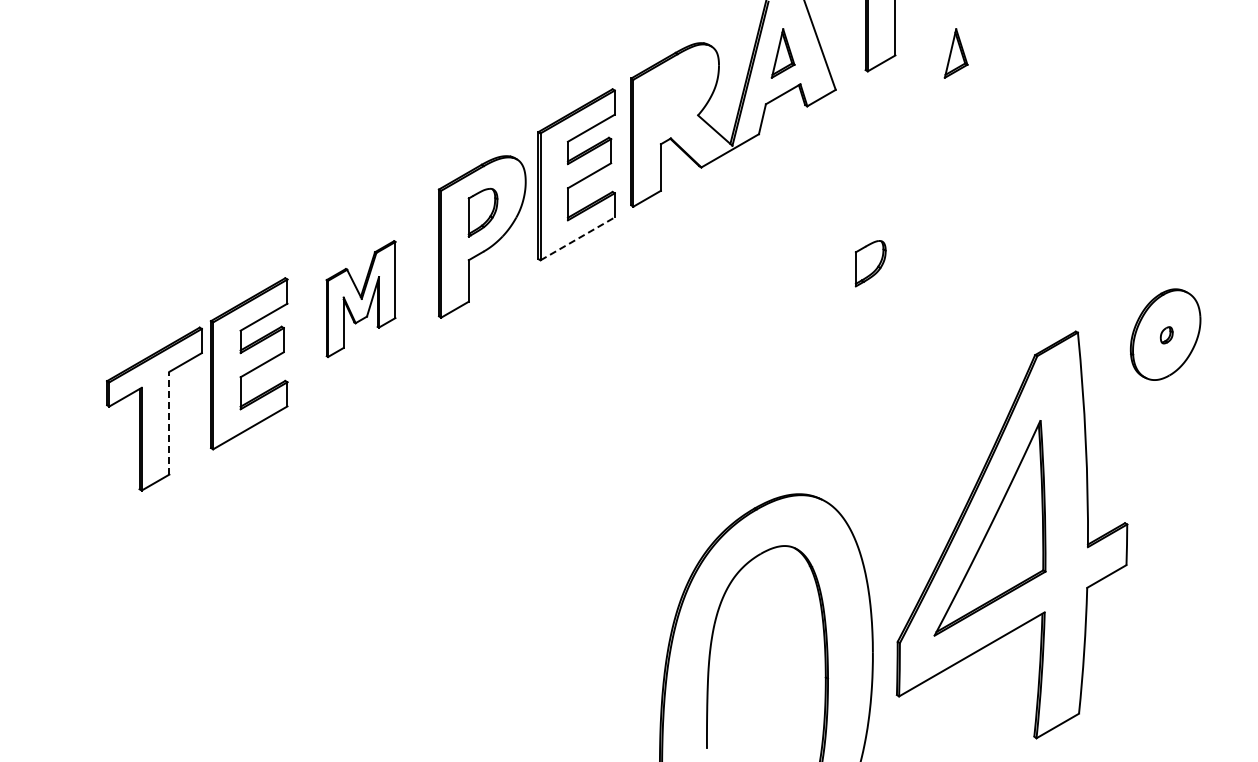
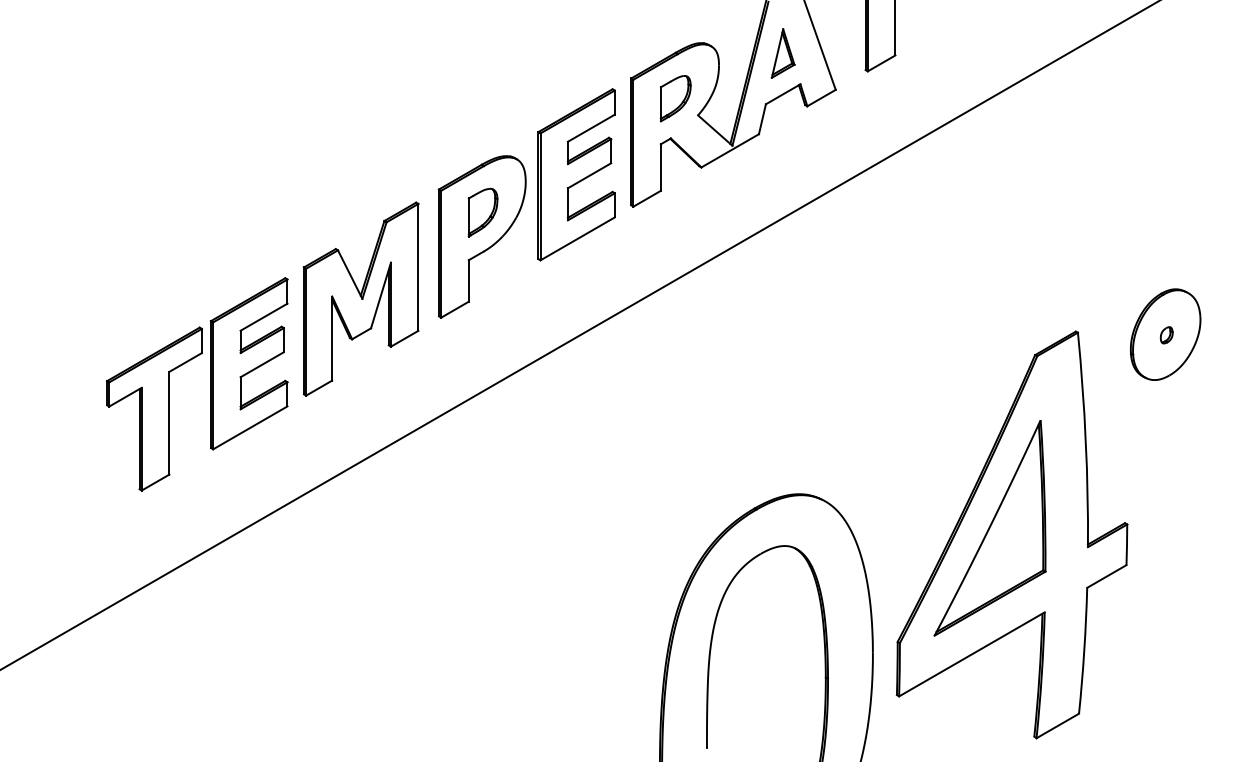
part at (955, 53): present -> none
line at (577, 238): dashed -> solid
part at (870, 263) position: (870, 263) -> (675, 98)
part at (360, 299) size: 72x119 px -> 118x196 px
line at (579, 335): none -> present
line at (169, 422): dashed -> solid
